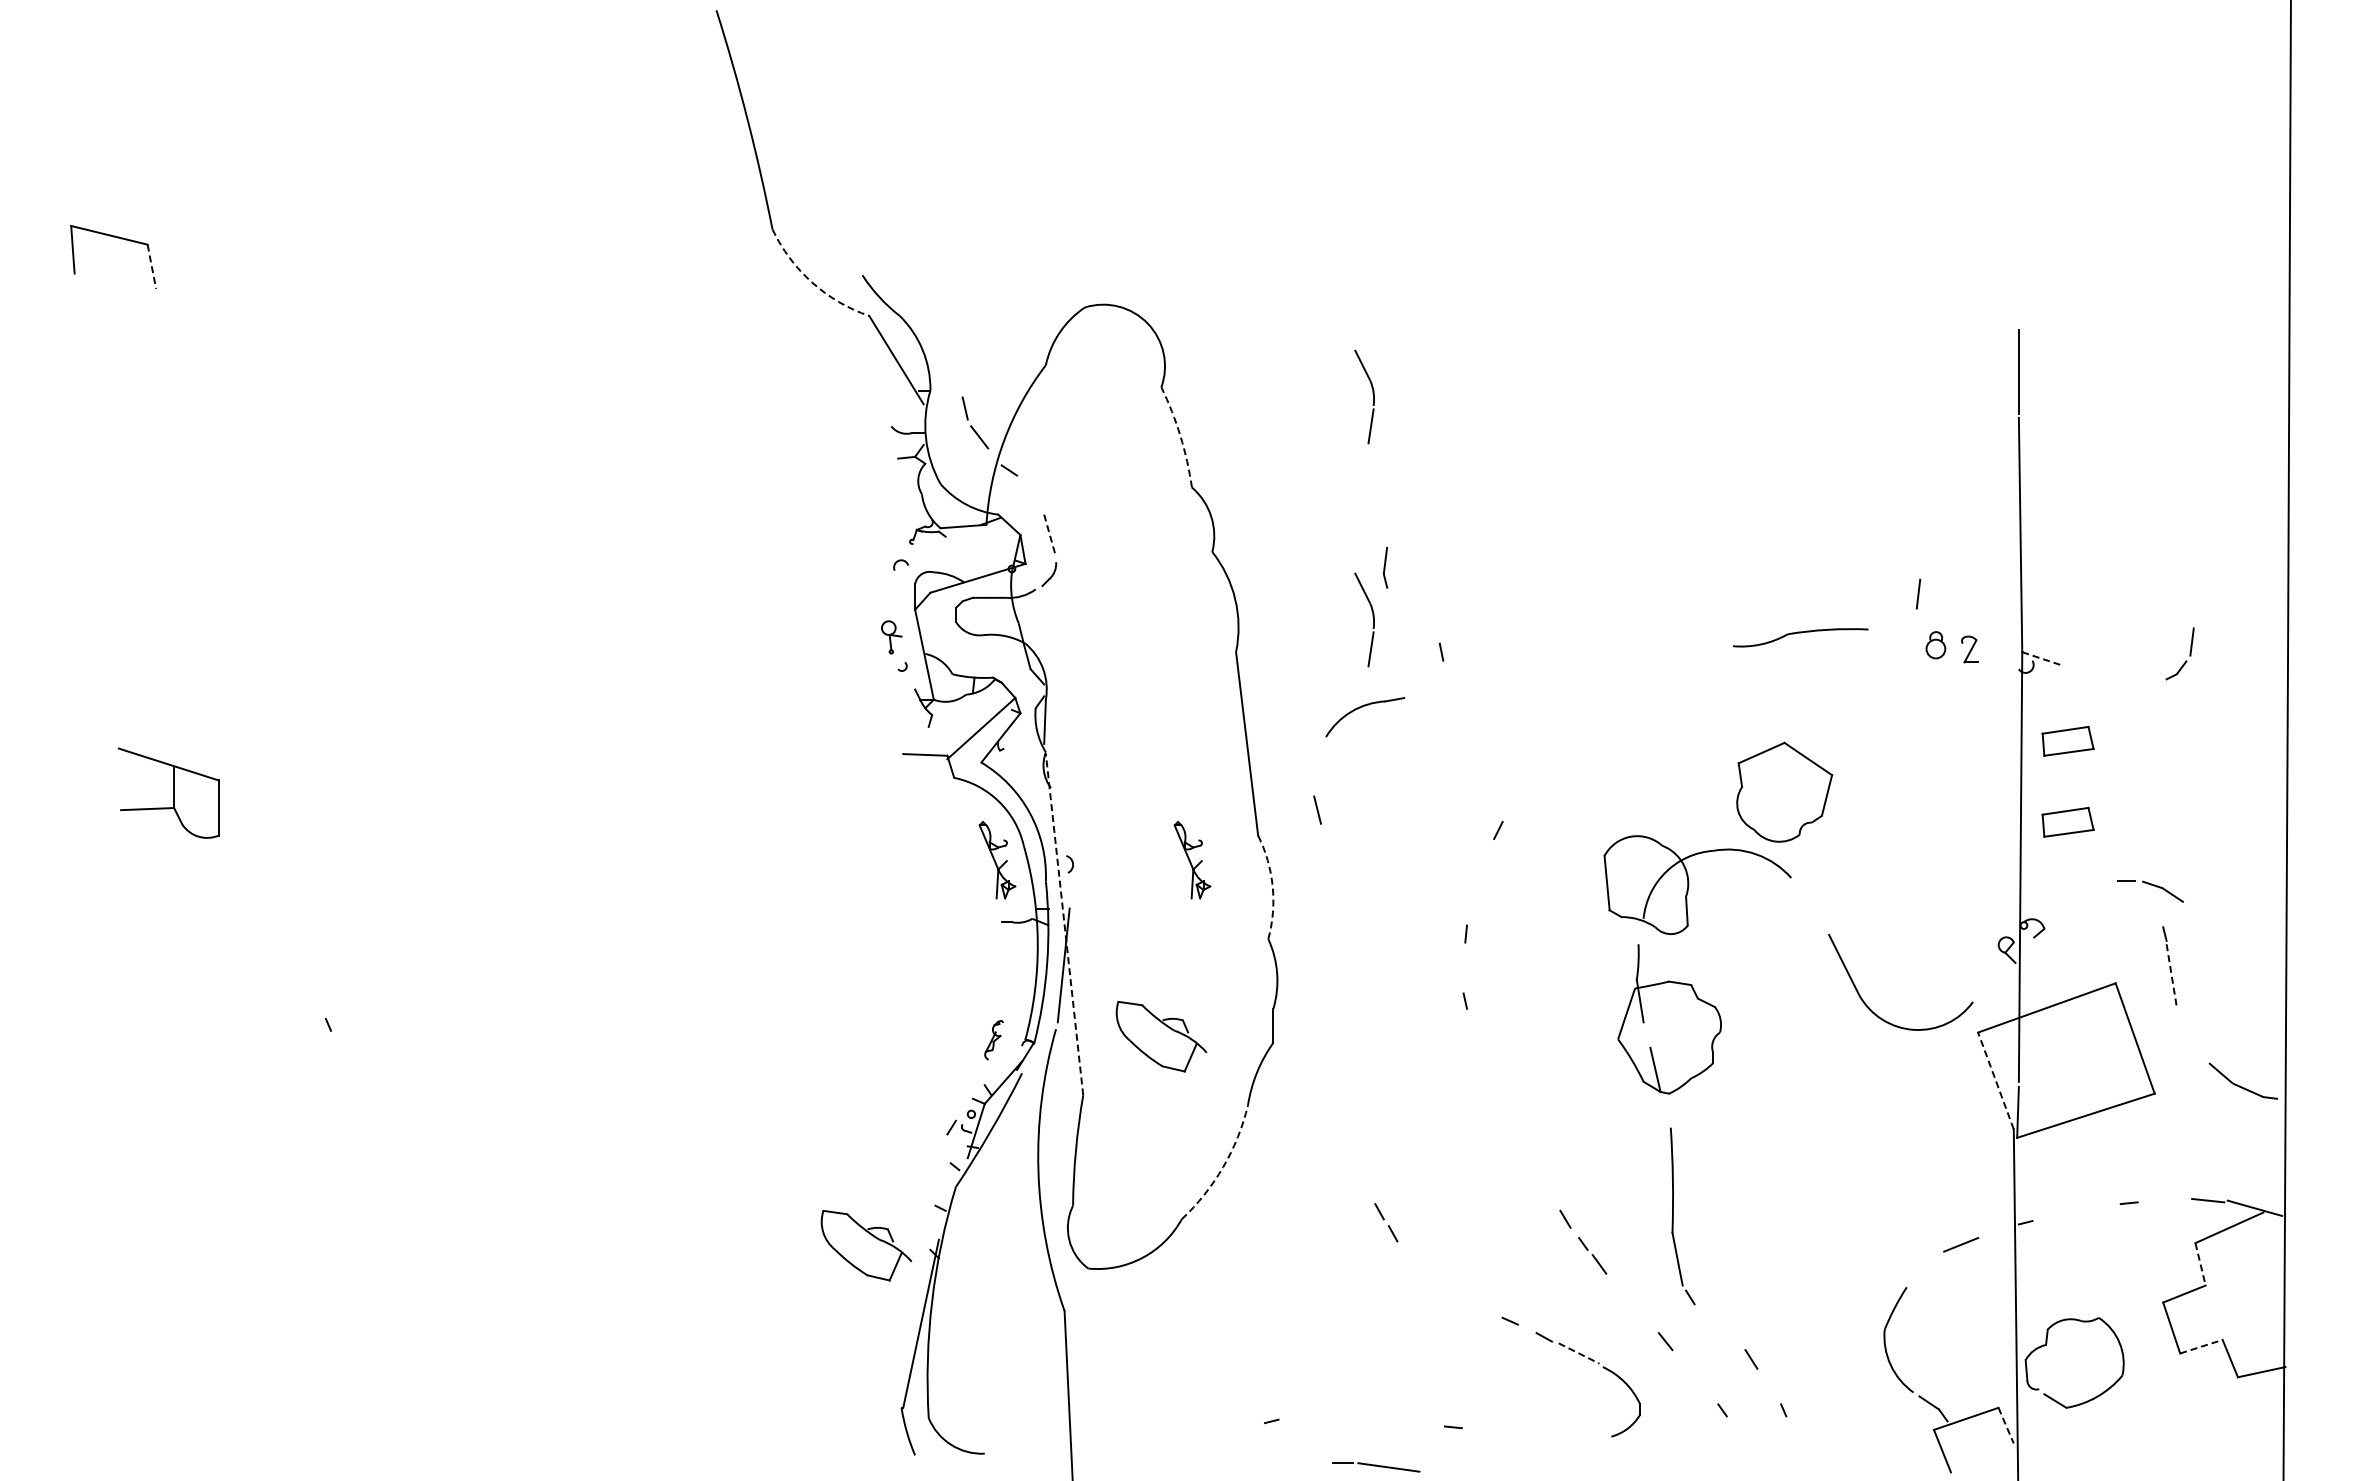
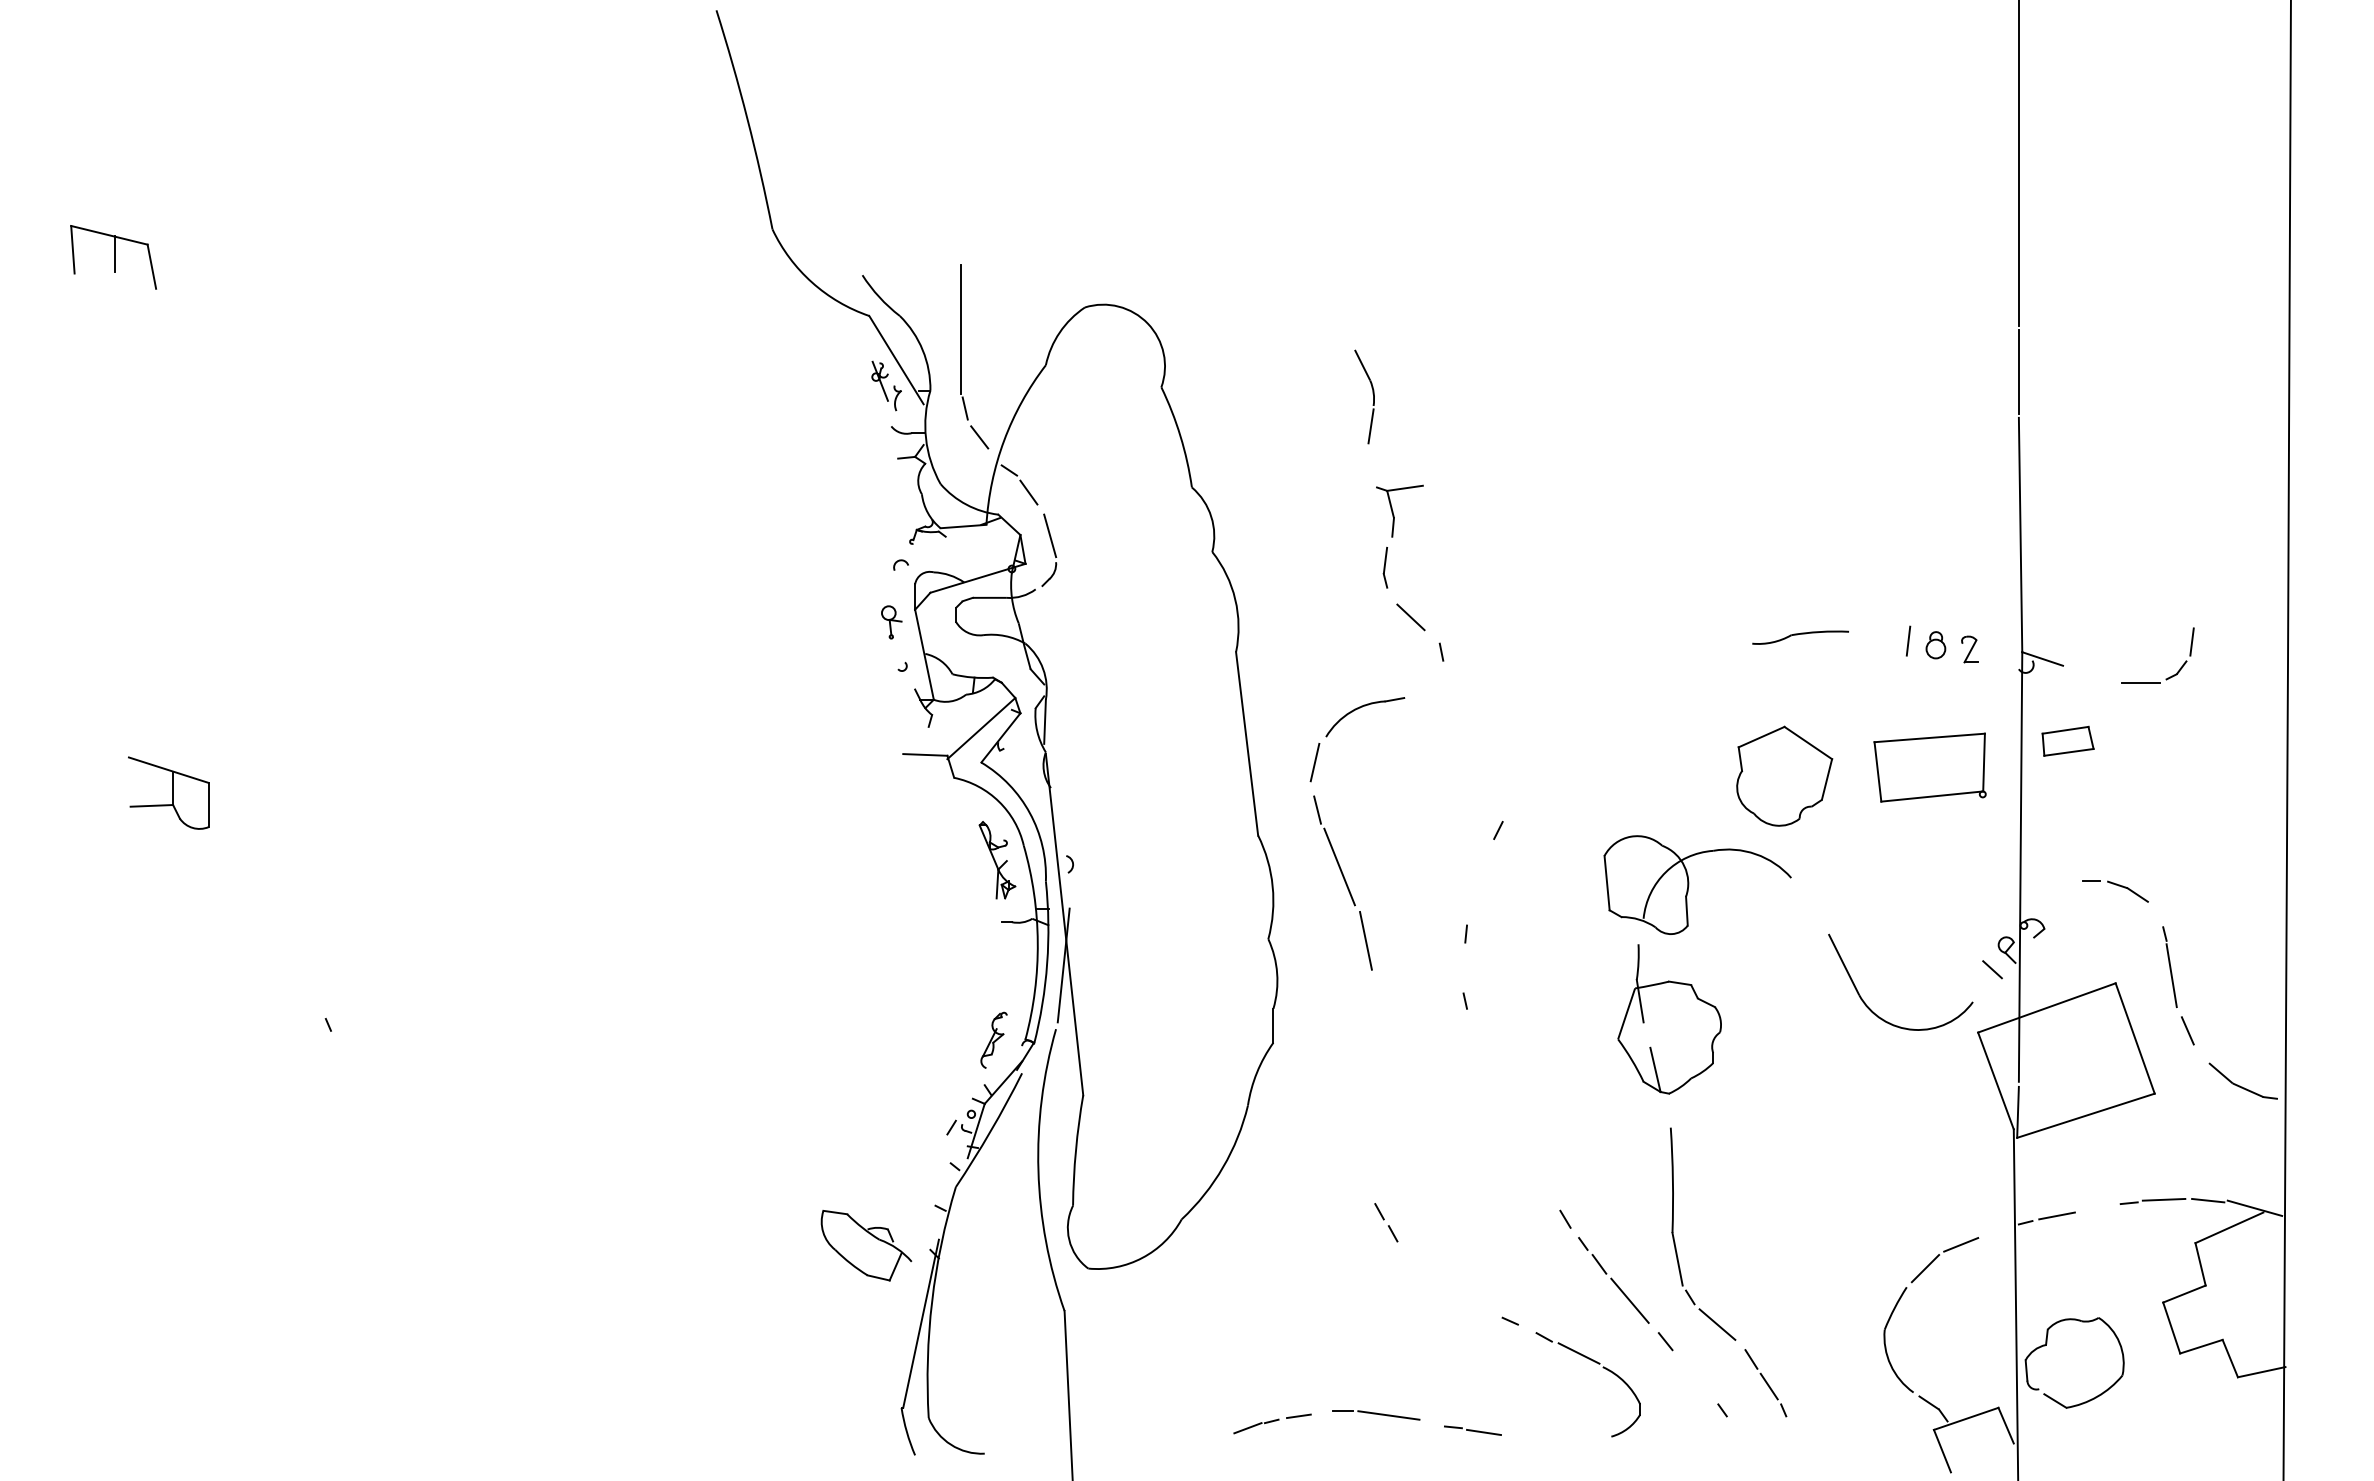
line at (2018, 164): none -> present
line at (115, 253): none -> present
line at (151, 267): dashed -> solid
arc at (812, 282): dashed -> solid
line at (960, 329): none -> present
part at (886, 385): none -> present
arc at (1180, 436): dashed -> solid
line at (1028, 492): none -> present
part at (1393, 511): none -> present
line at (1050, 536): dashed -> solid
line at (1918, 593) position: (1918, 593) -> (1908, 640)
part at (1372, 617): present -> none
line at (1410, 617): none -> present
part at (891, 637) position: (891, 637) -> (891, 622)
part at (1800, 637) size: 136x20 px -> 97x15 px
line at (2043, 659): dashed -> solid
line at (2140, 682): none -> present
line at (1314, 762): none -> present
part at (1929, 767): none -> present
part at (1784, 791) position: (1784, 791) -> (1784, 775)
part at (168, 792) size: 102x92 px -> 82x74 px
part at (2067, 821): present -> none
part at (1192, 860): present -> none
line at (1339, 866): none -> present
arc at (1272, 886): dashed -> solid
part at (2150, 891) position: (2150, 891) -> (2115, 891)
line at (1064, 924): dashed -> solid
line at (1365, 940): none -> present
line at (1992, 969): none -> present
line at (2171, 975): dashed -> solid
line at (2187, 1030): none -> present
part at (1161, 1036): present -> none
part at (993, 1040) size: 20x41 px -> 28x58 px
line at (1995, 1080): dashed -> solid
arc at (1223, 1167): dashed -> solid
line at (2163, 1199): none -> present
line at (2056, 1215): none -> present
line at (2200, 1264): dashed -> solid
line at (1925, 1268): none -> present
line at (1629, 1300): none -> present
line at (1717, 1324): none -> present
line at (2201, 1346): dashed -> solid
line at (1579, 1353): dashed -> solid
line at (1768, 1386): none -> present
line at (1298, 1416): none -> present
line at (2006, 1426): dashed -> solid
line at (1247, 1428): none -> present
line at (1483, 1432): none -> present
part at (1376, 1467) position: (1376, 1467) -> (1376, 1415)
